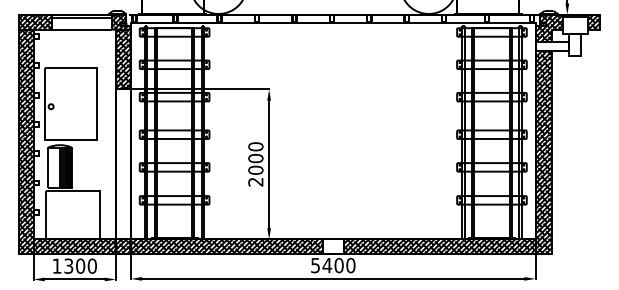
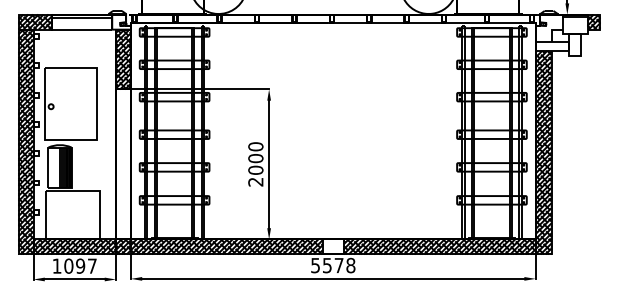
hatch at (121, 21): present -> none
hatch at (548, 27): present -> none
text at (80, 265): 1300 -> 1097
text at (338, 265): 5400 -> 5578
